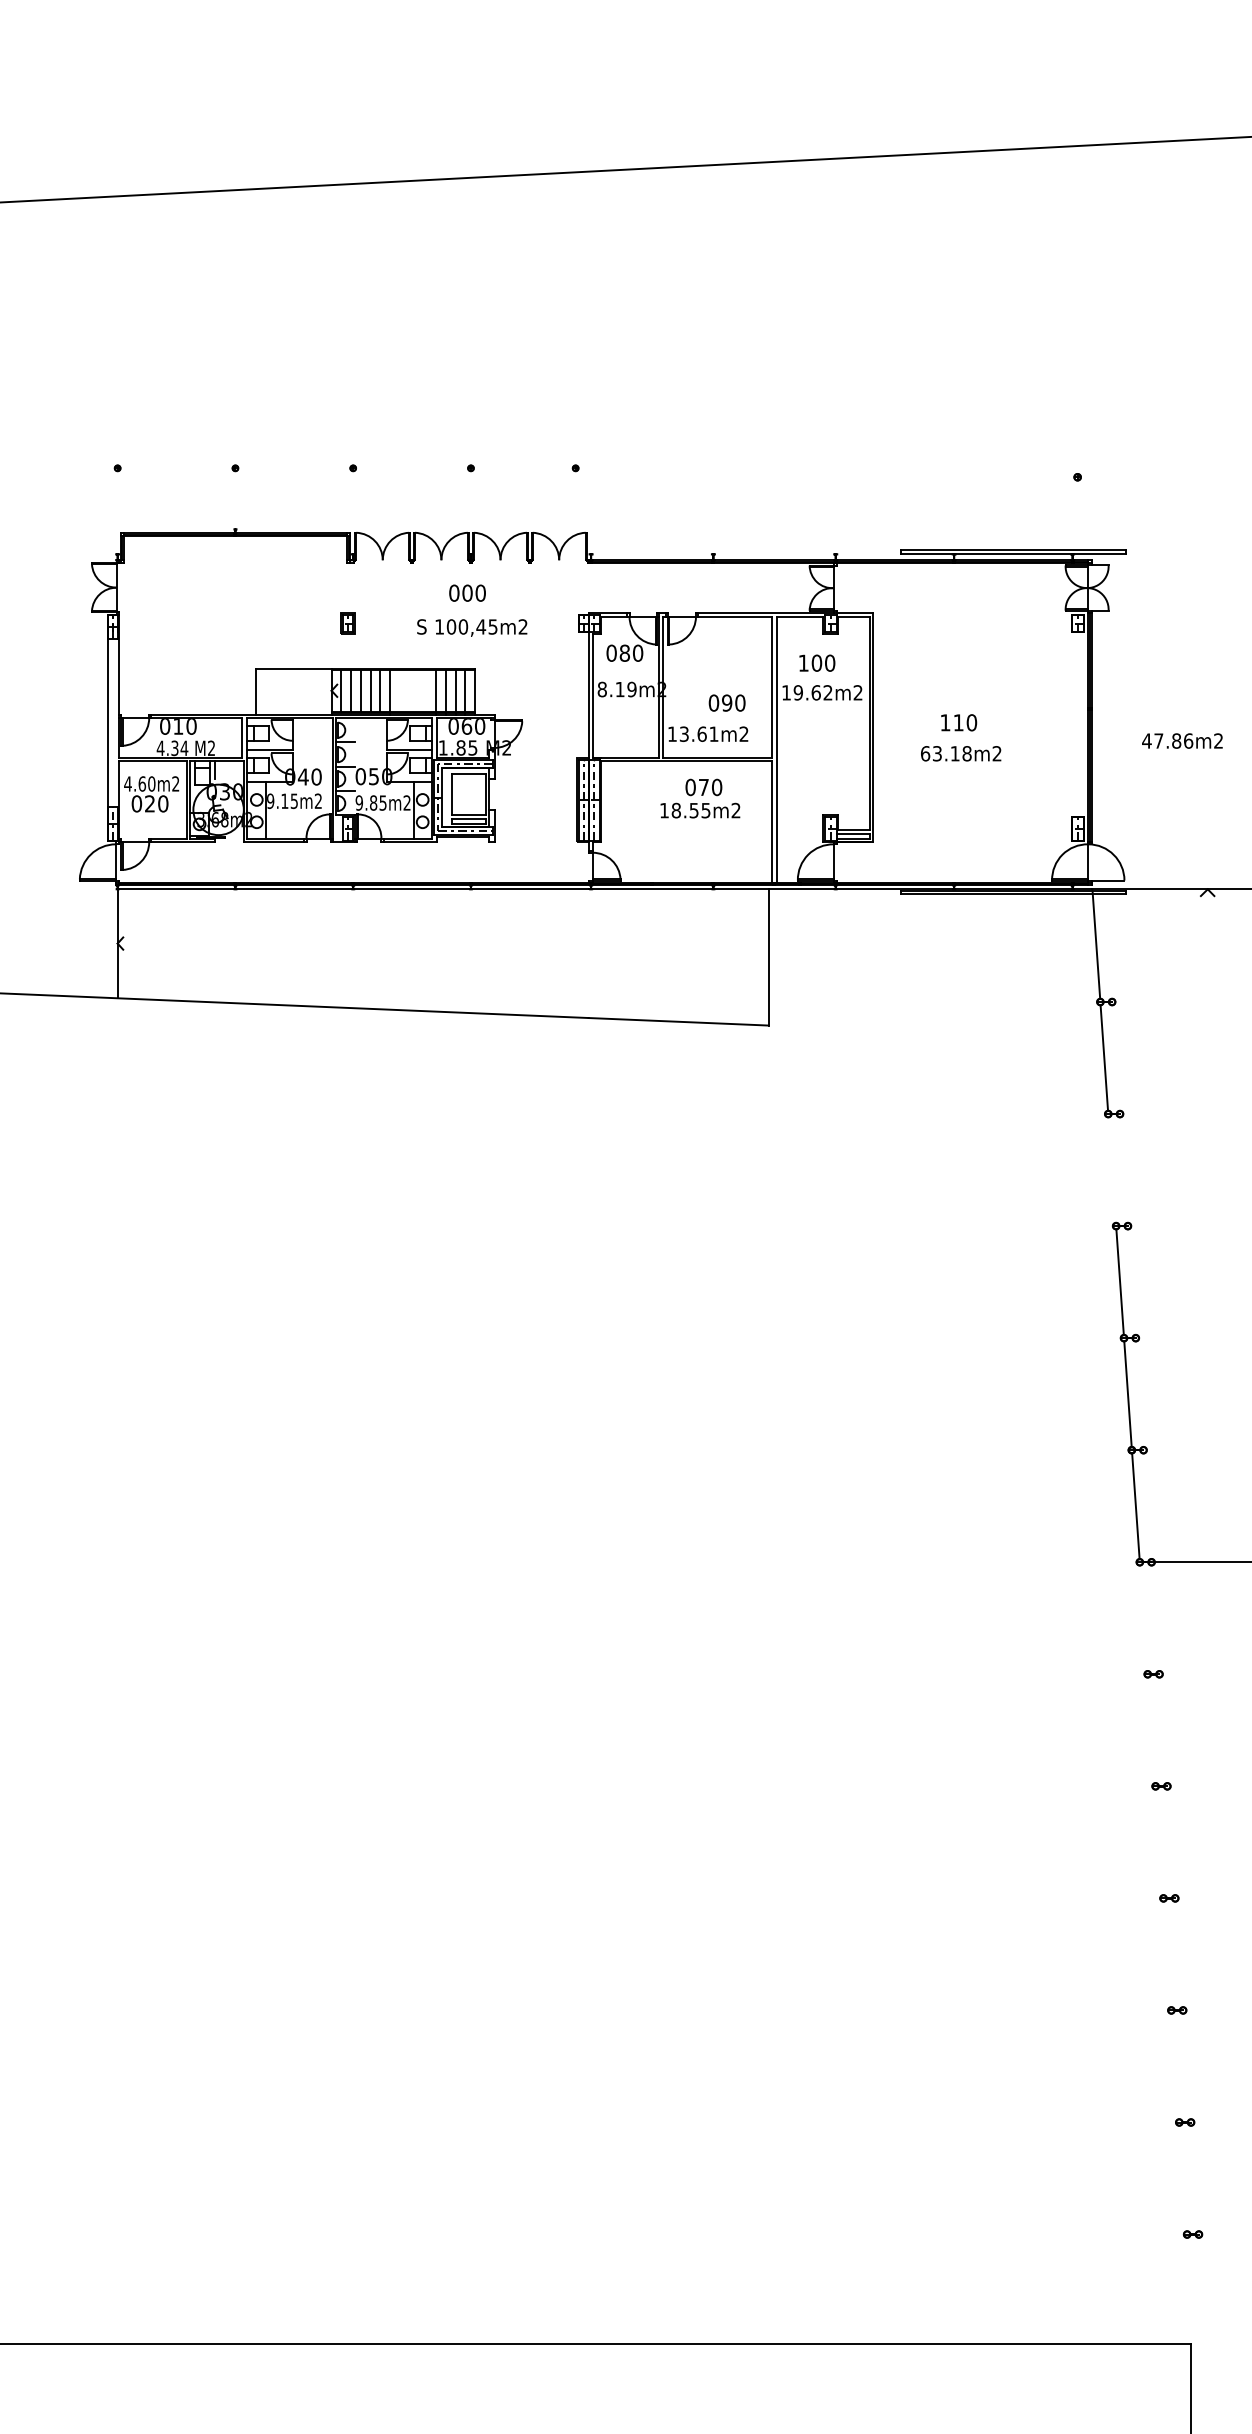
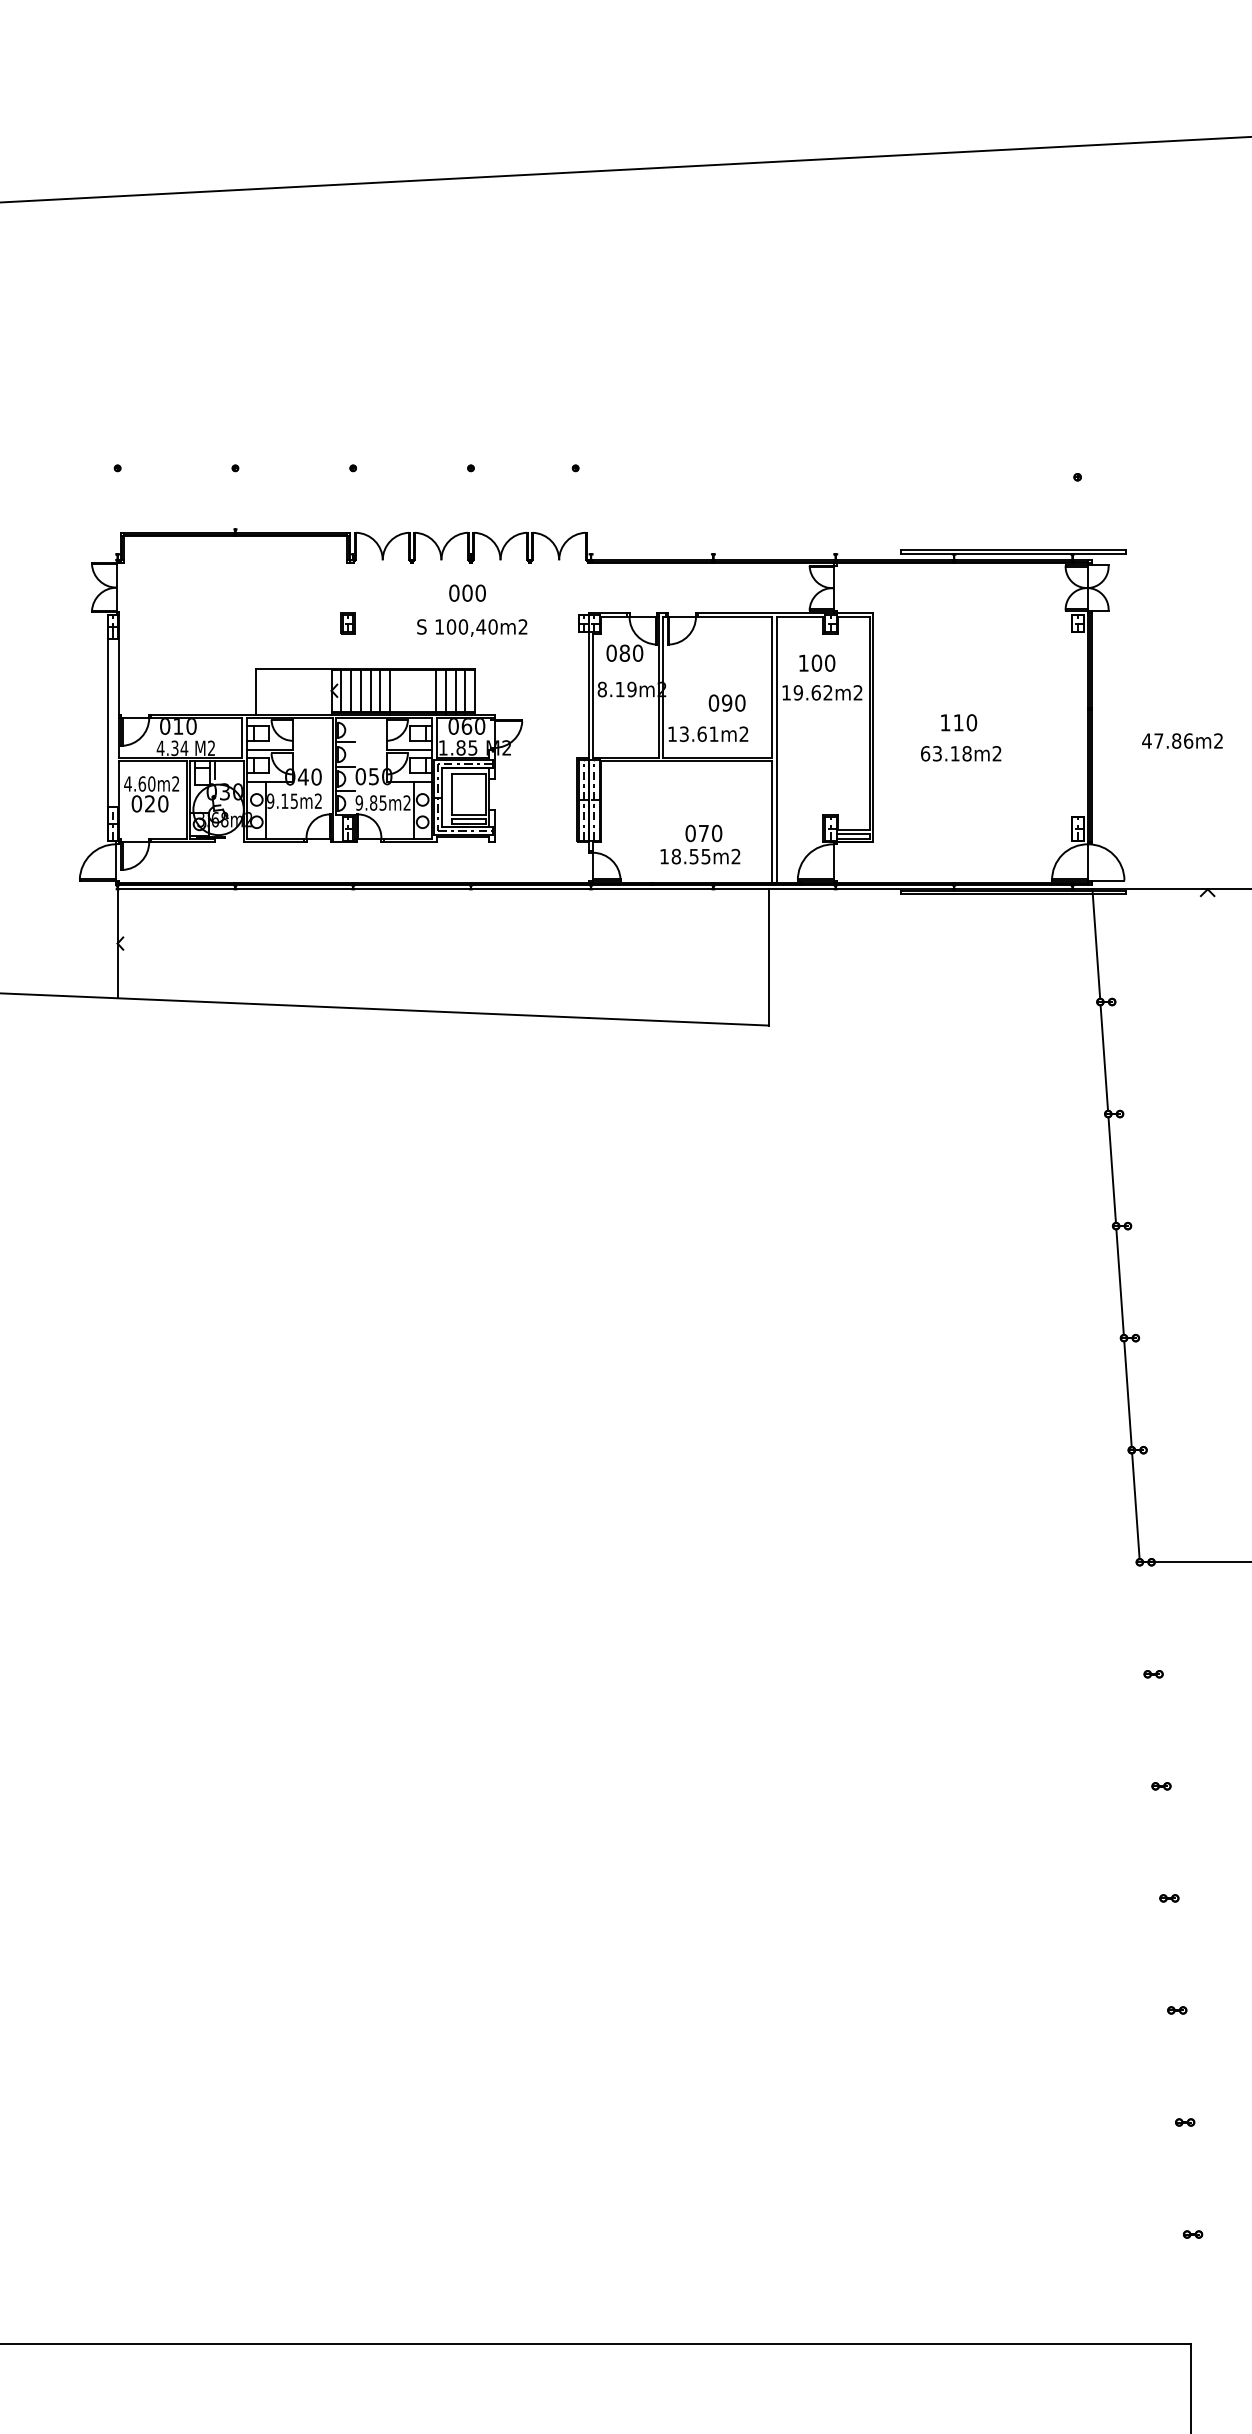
text at (492, 626): 100,45m2 -> 100,40m2
text at (700, 798) position: (700, 798) -> (700, 844)
line at (1111, 1170): none -> present
